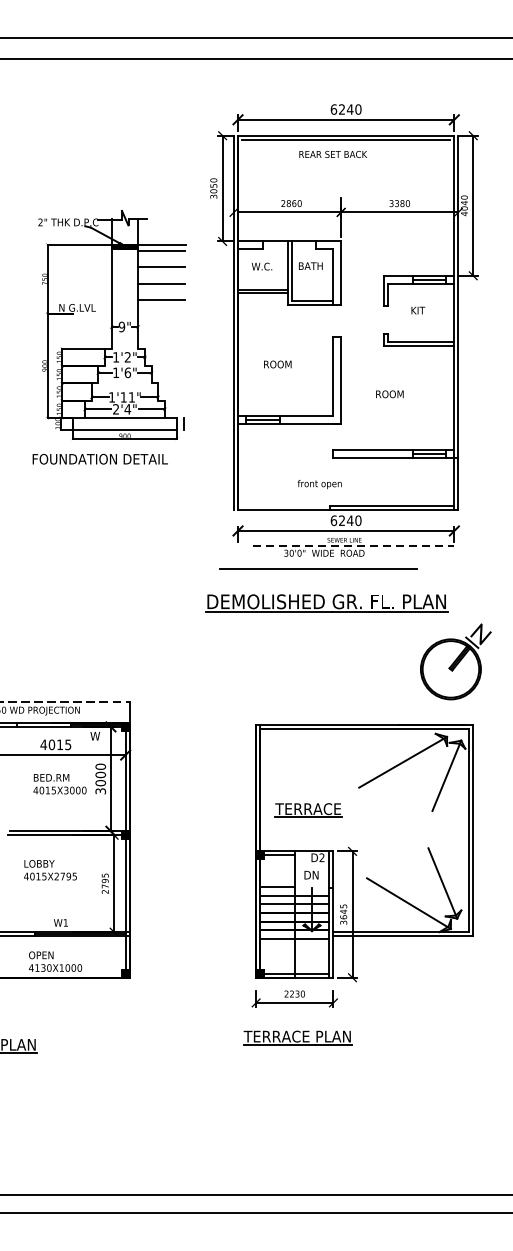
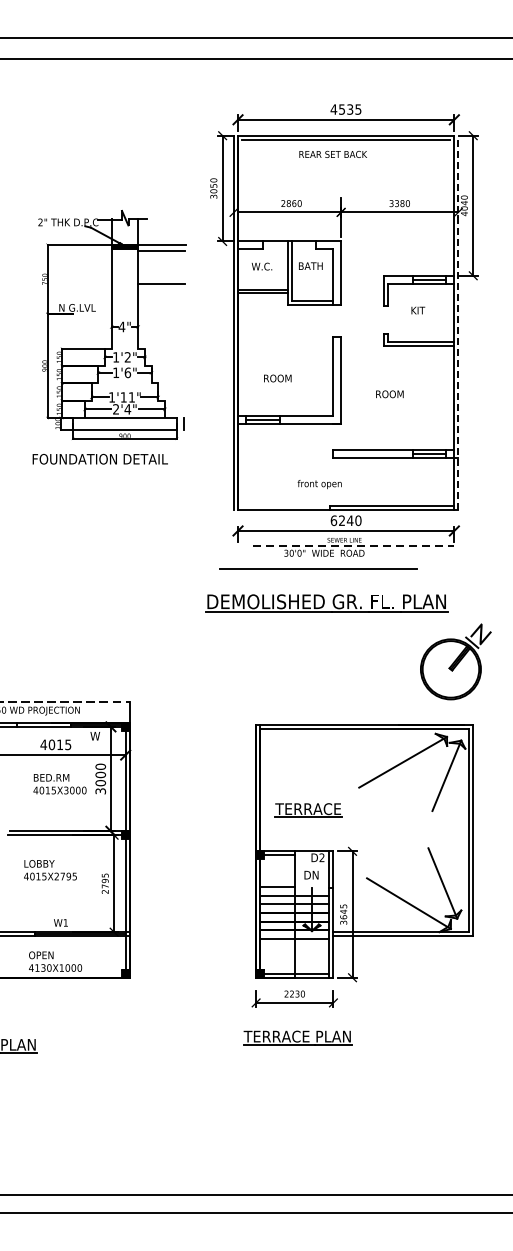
text at (345, 109): 6240 -> 4535
line at (161, 267): present -> none
line at (161, 300): present -> none
line at (458, 322): solid -> dashed
text at (121, 326): 9" -> 4"
text at (277, 364) position: (277, 364) -> (277, 378)
